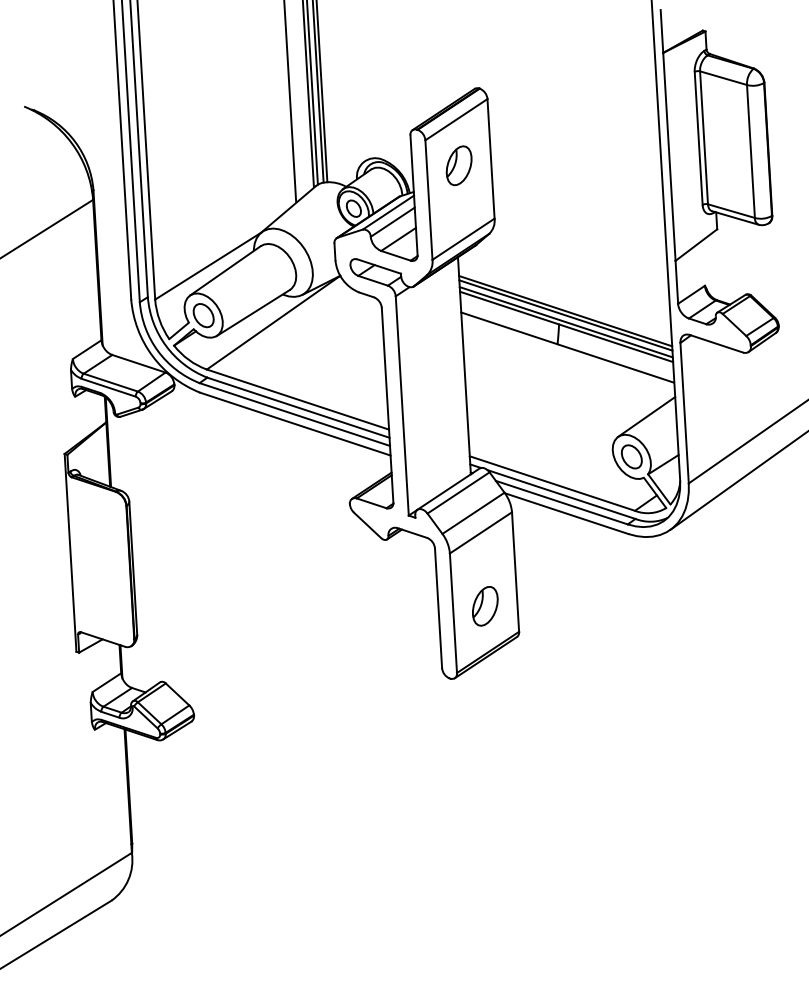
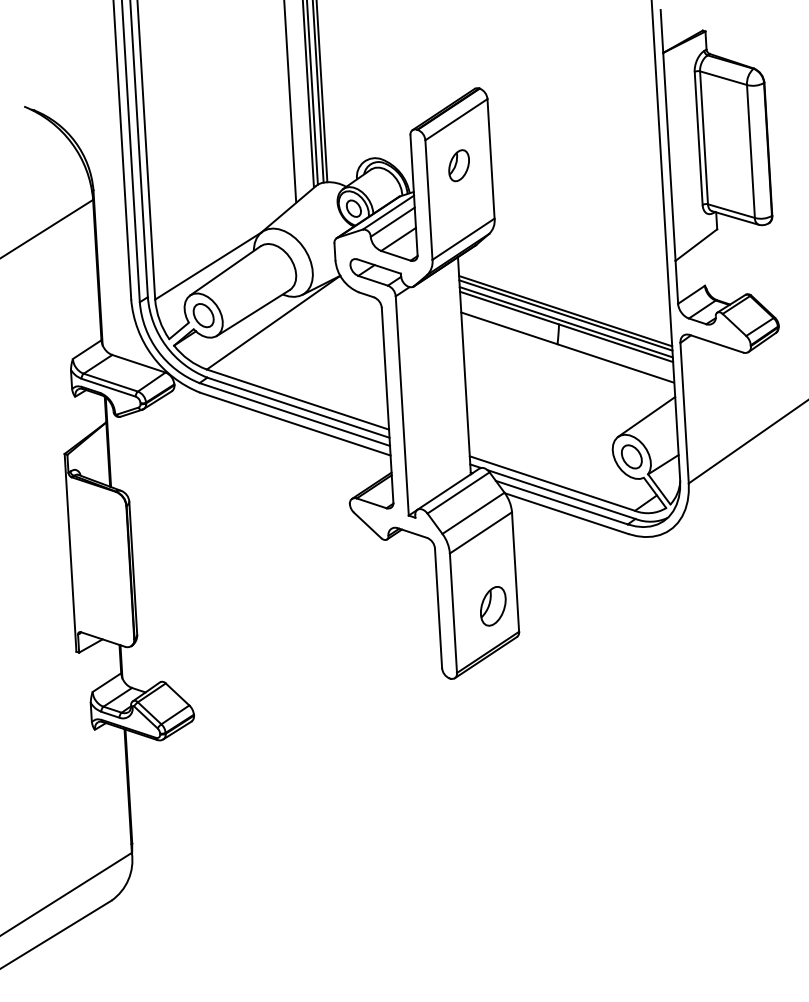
part at (458, 165) size: 28x41 px -> 22x34 px
line at (737, 480): present -> none
part at (485, 606) position: (485, 606) -> (493, 606)
